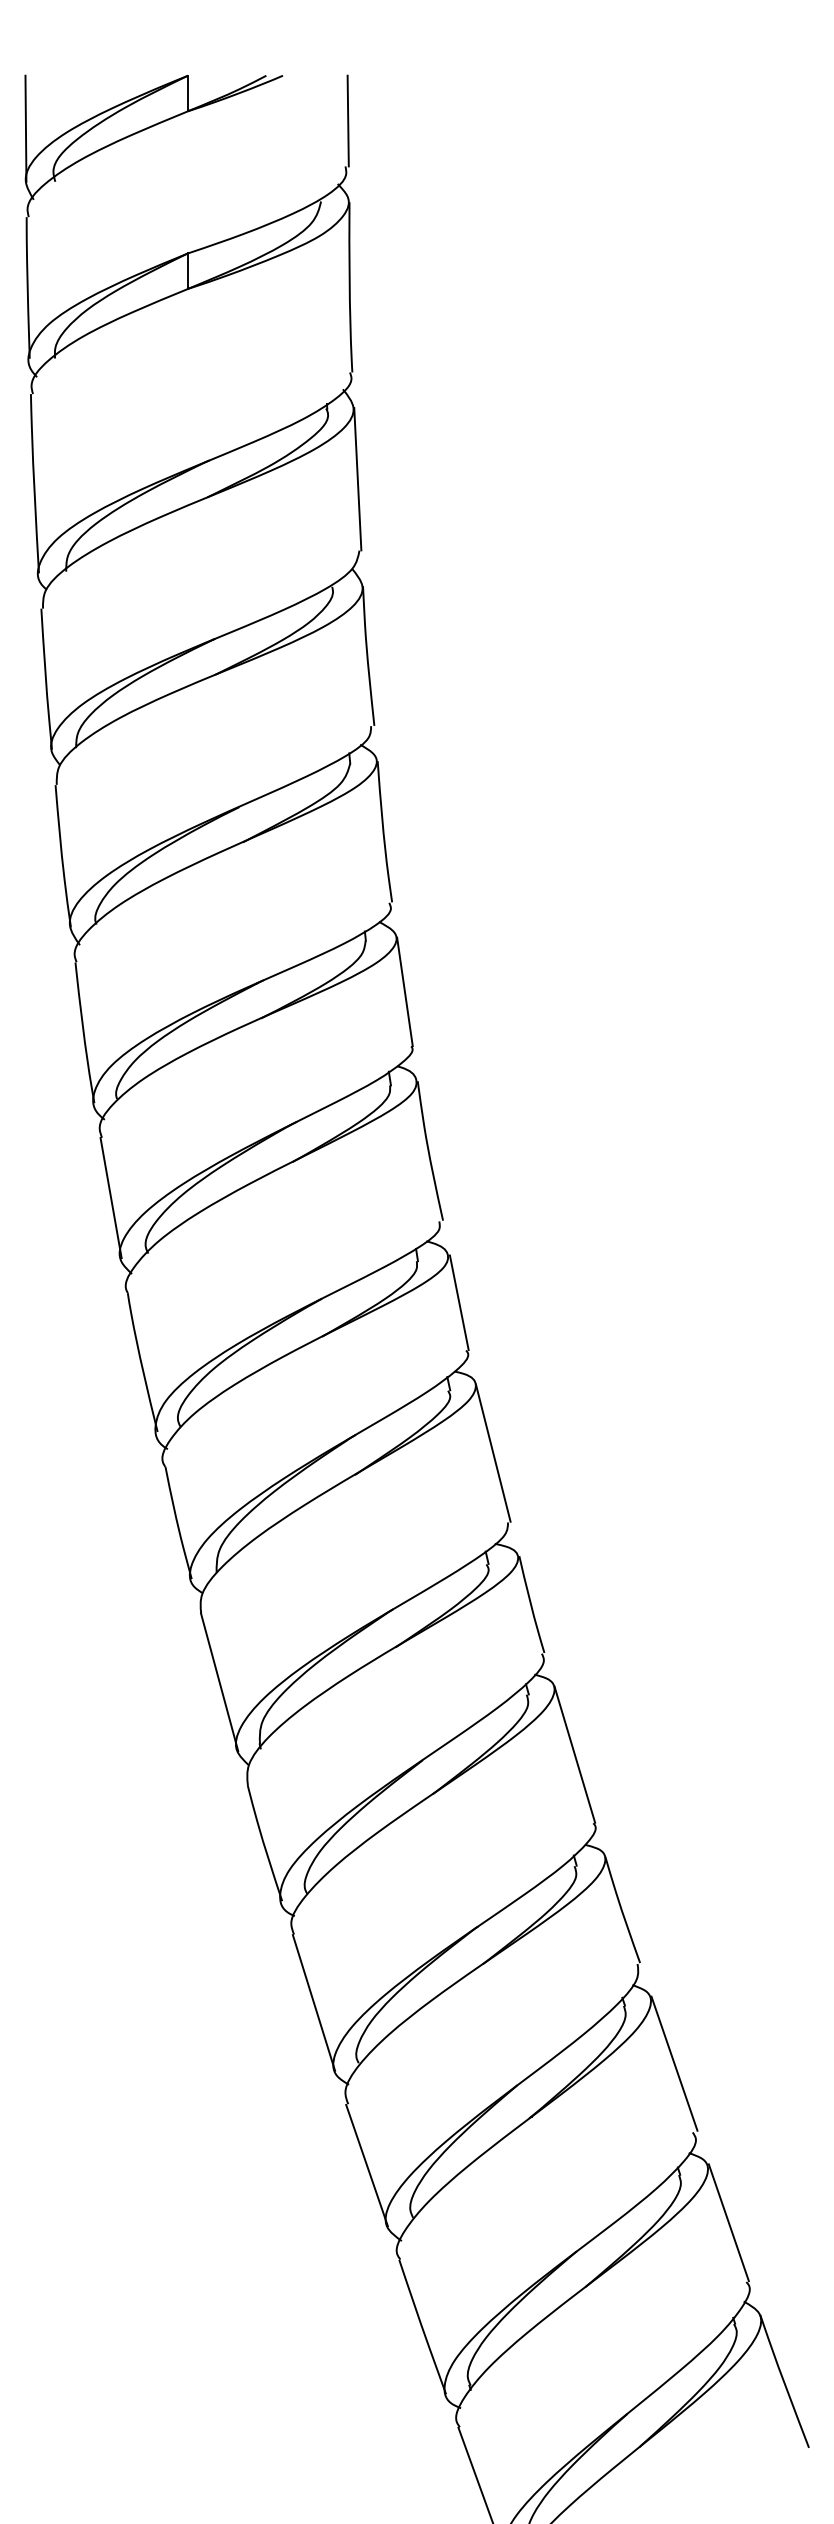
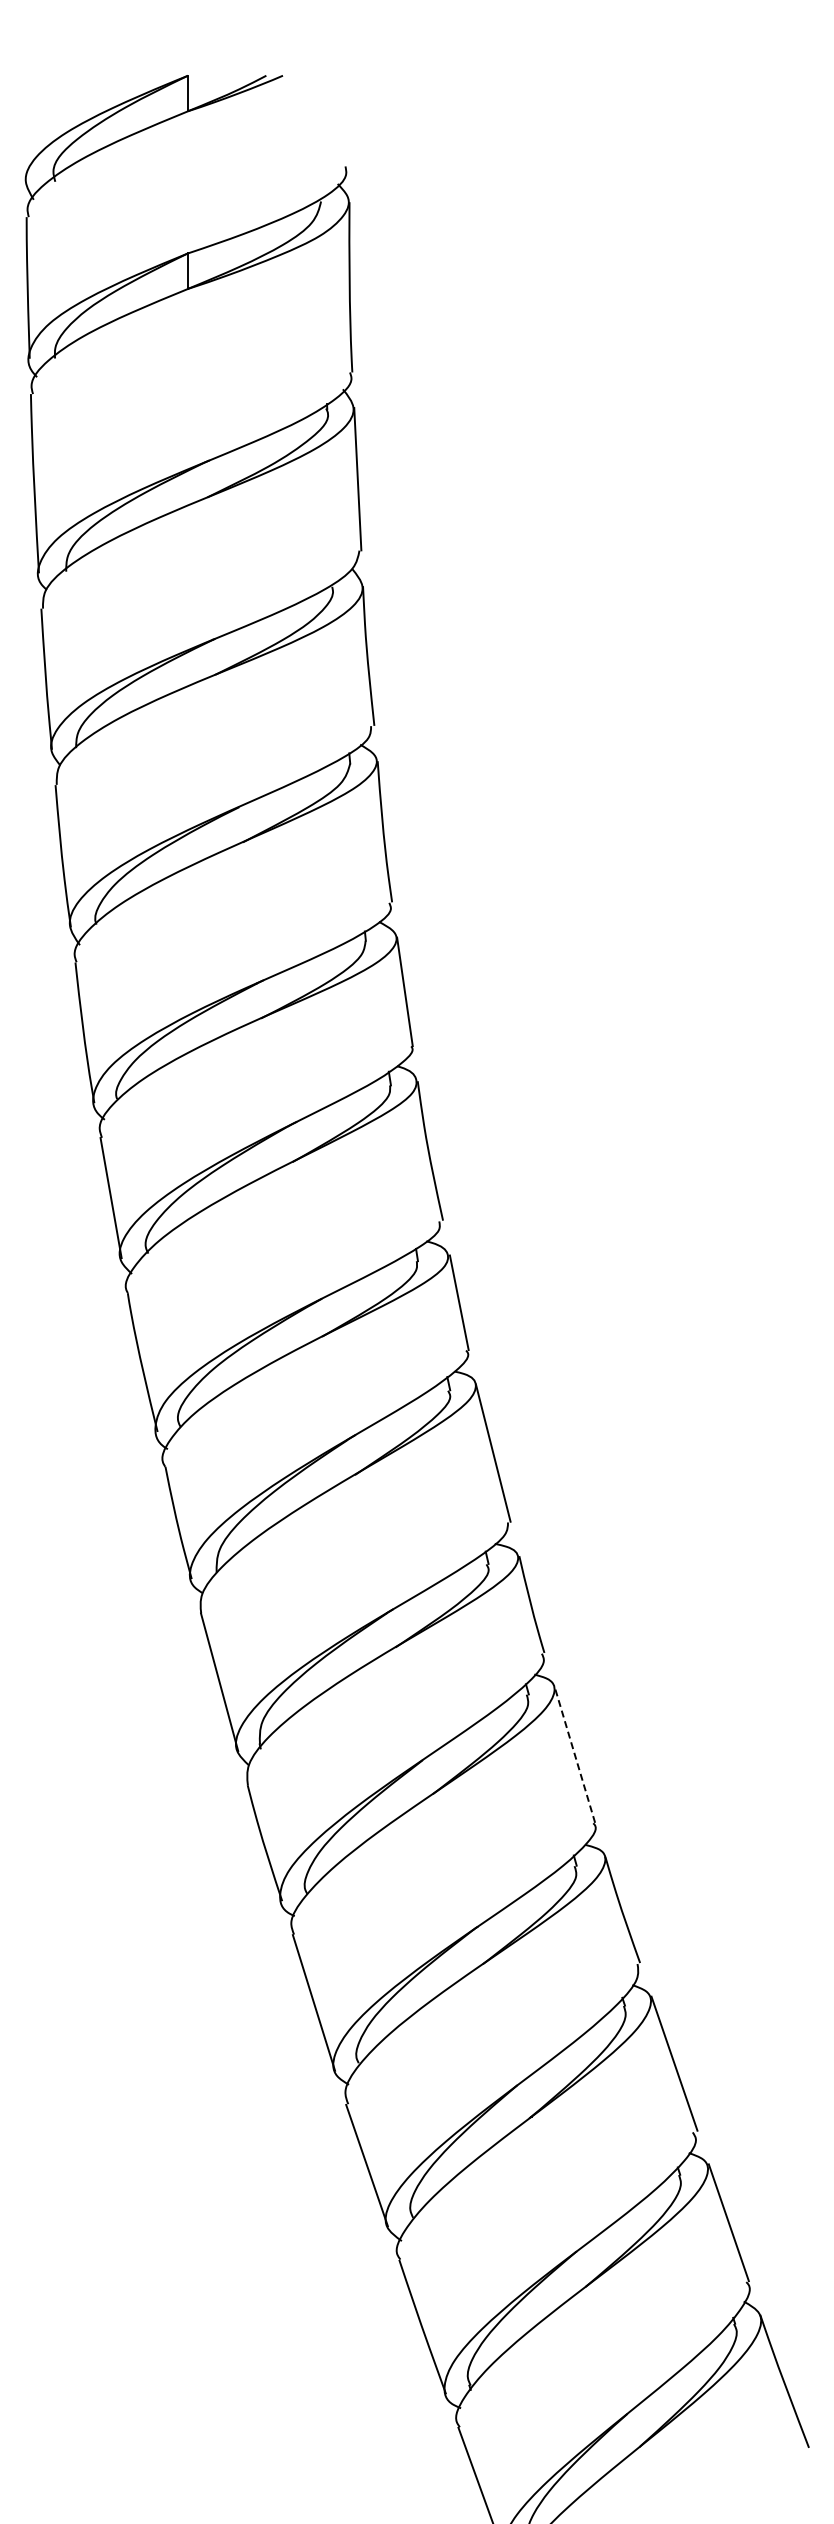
line at (347, 120): present -> none
line at (25, 128): present -> none
line at (574, 1754): solid -> dashed
